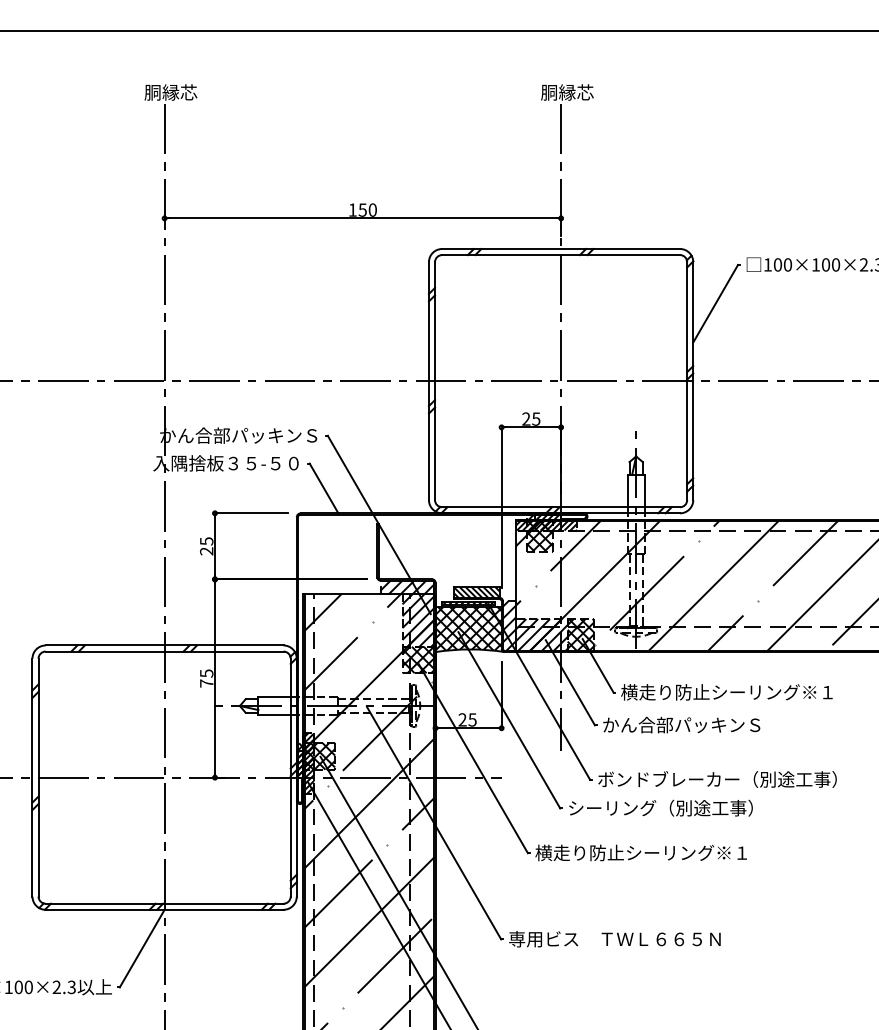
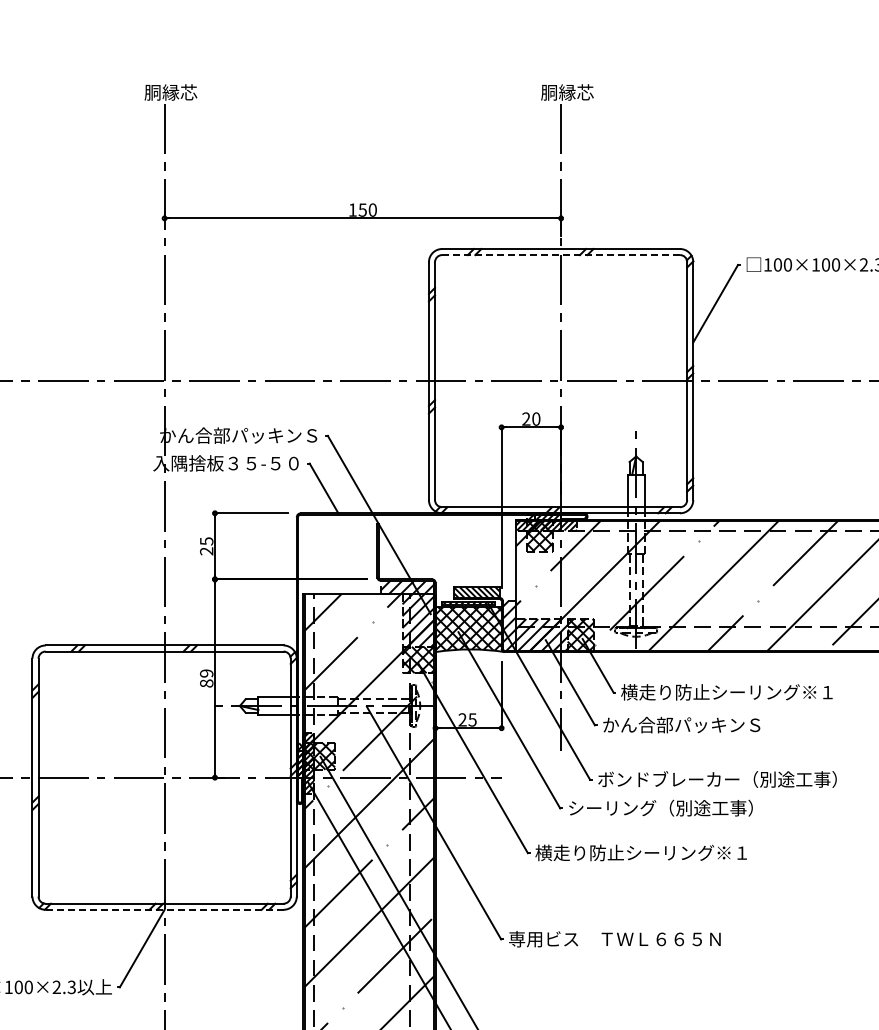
line at (438, 30): present -> none
line at (561, 255): solid -> dashed
text at (536, 418): 25 -> 20
text at (206, 678): 75 -> 89
line at (164, 909): solid -> dashed
